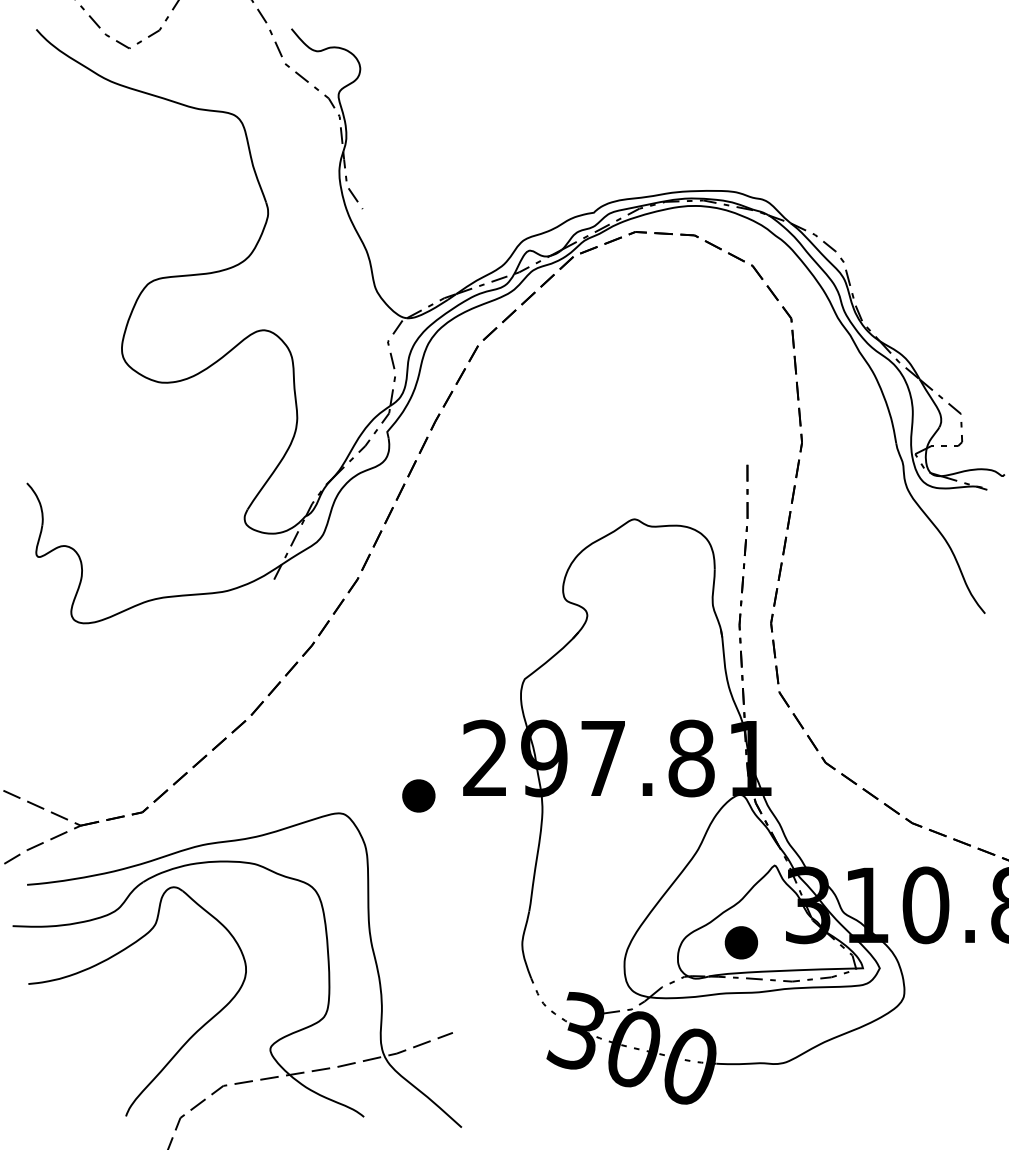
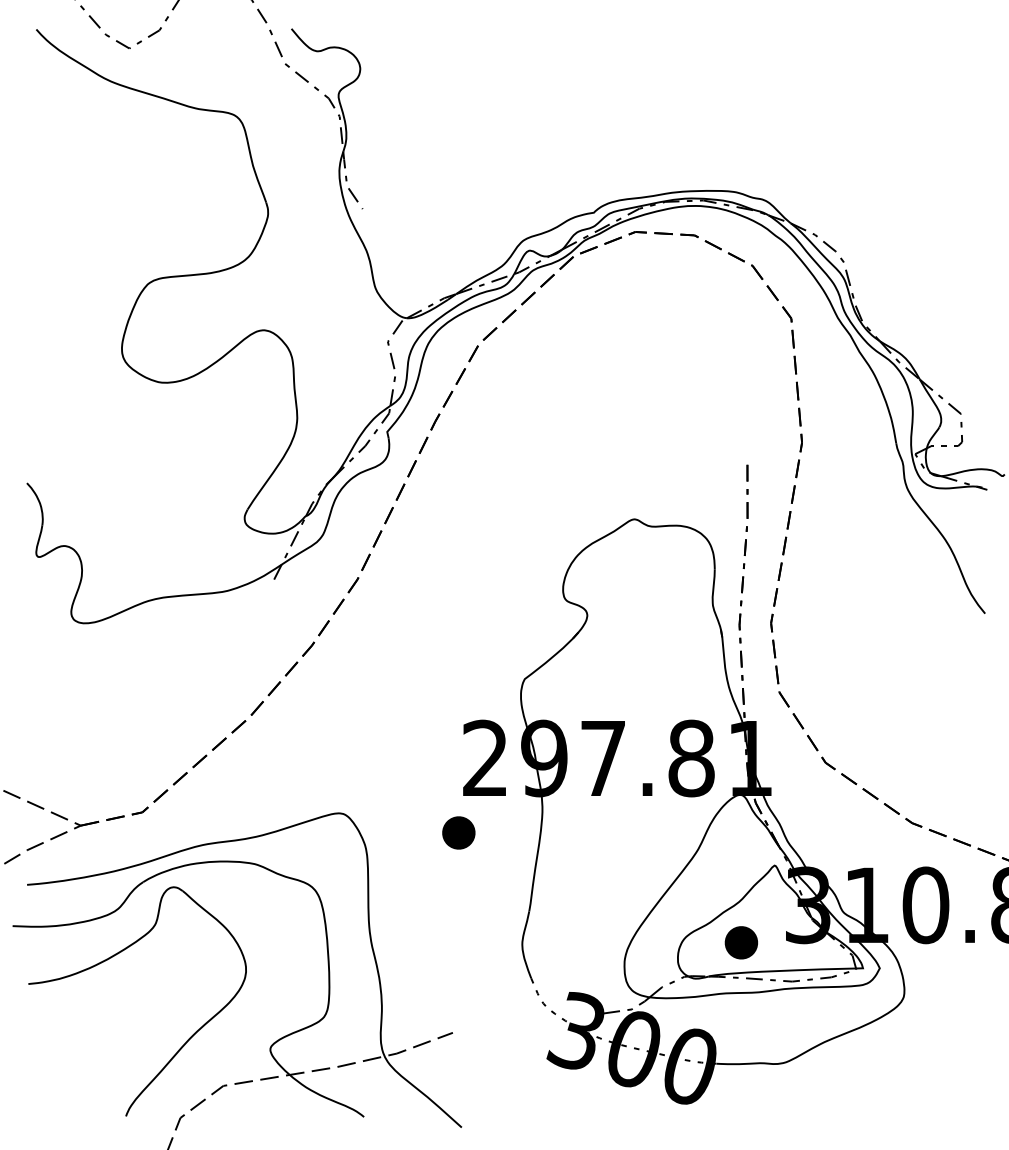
part at (418, 795) position: (418, 795) -> (458, 832)
